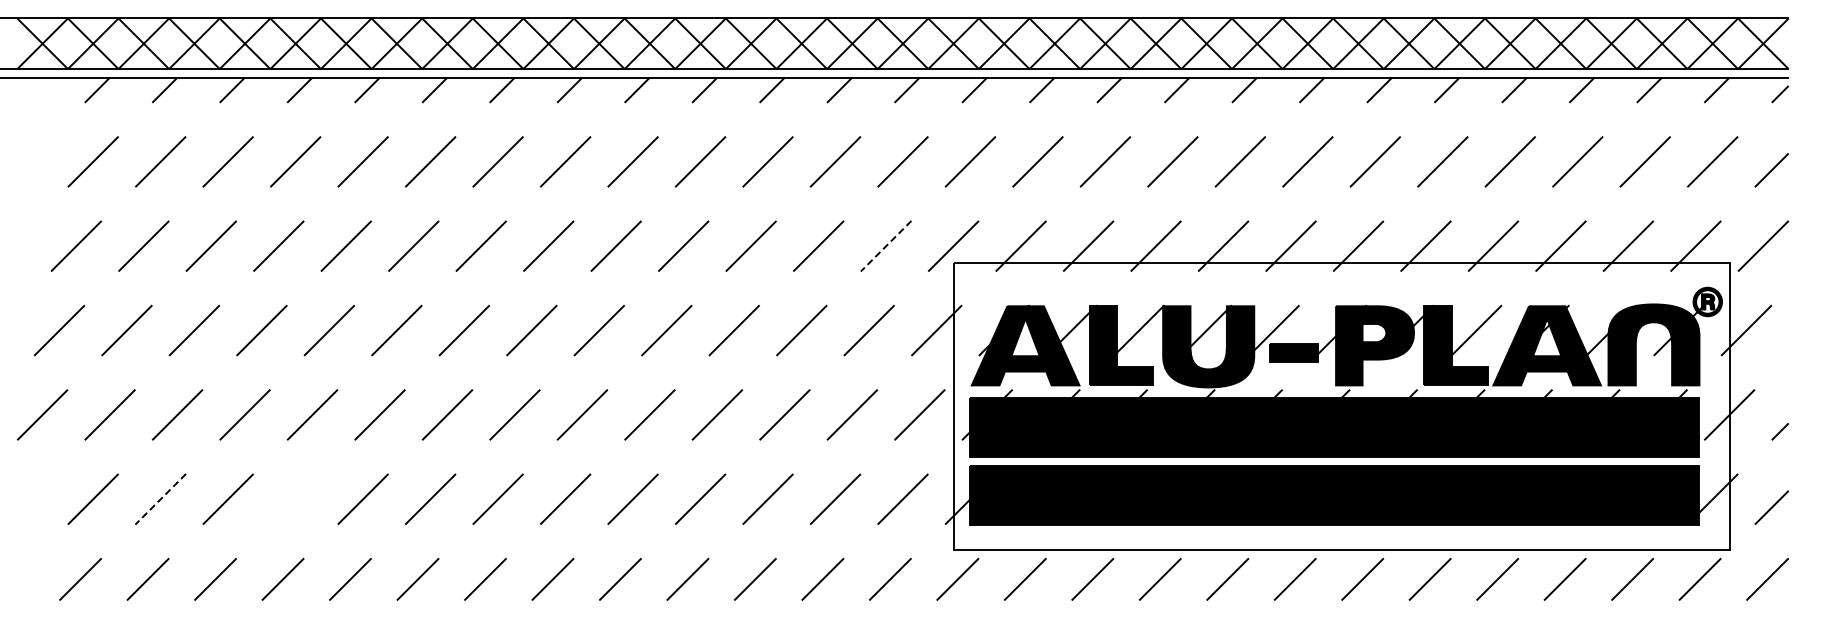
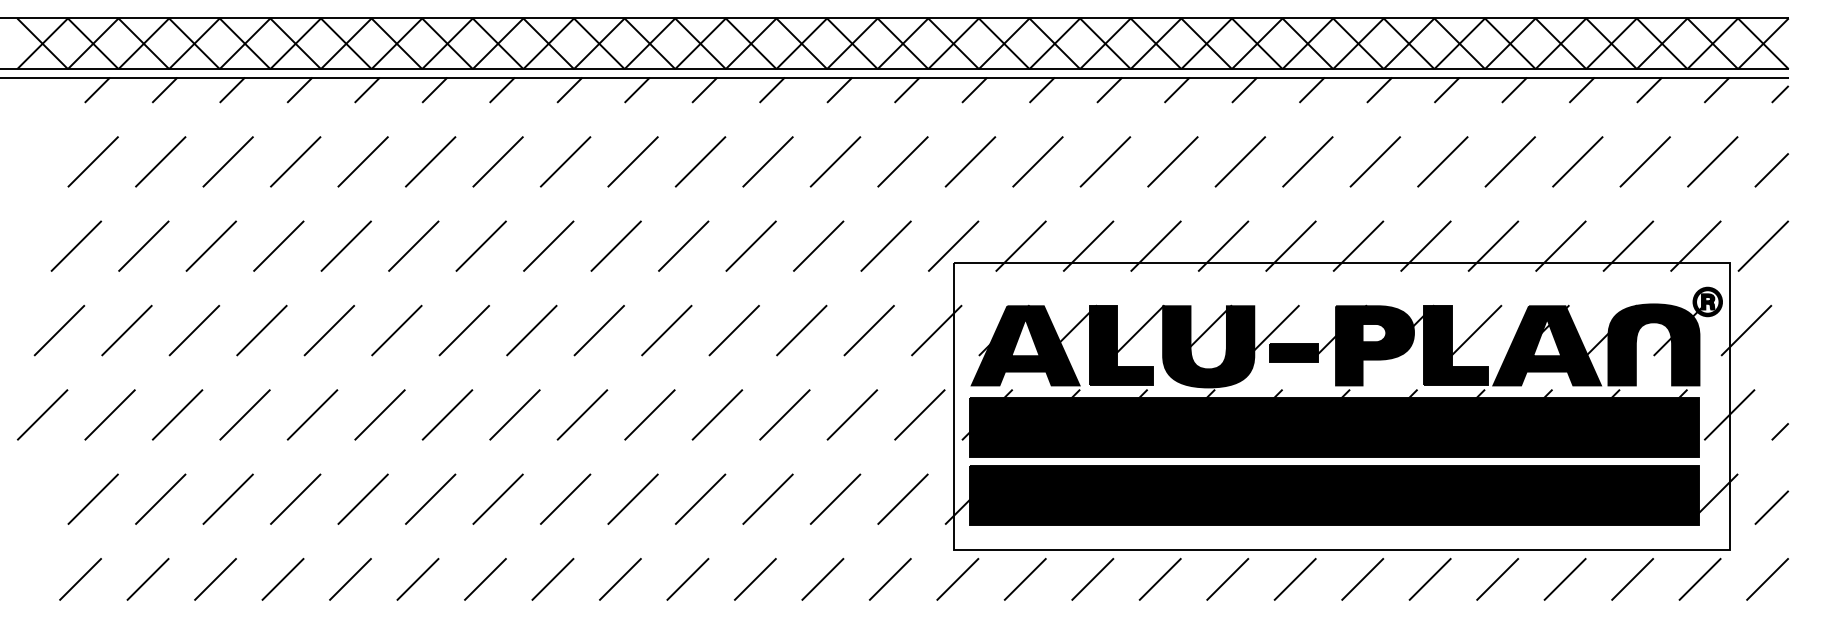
line at (886, 246): dashed -> solid
line at (295, 498): none -> present
line at (160, 499): dashed -> solid
